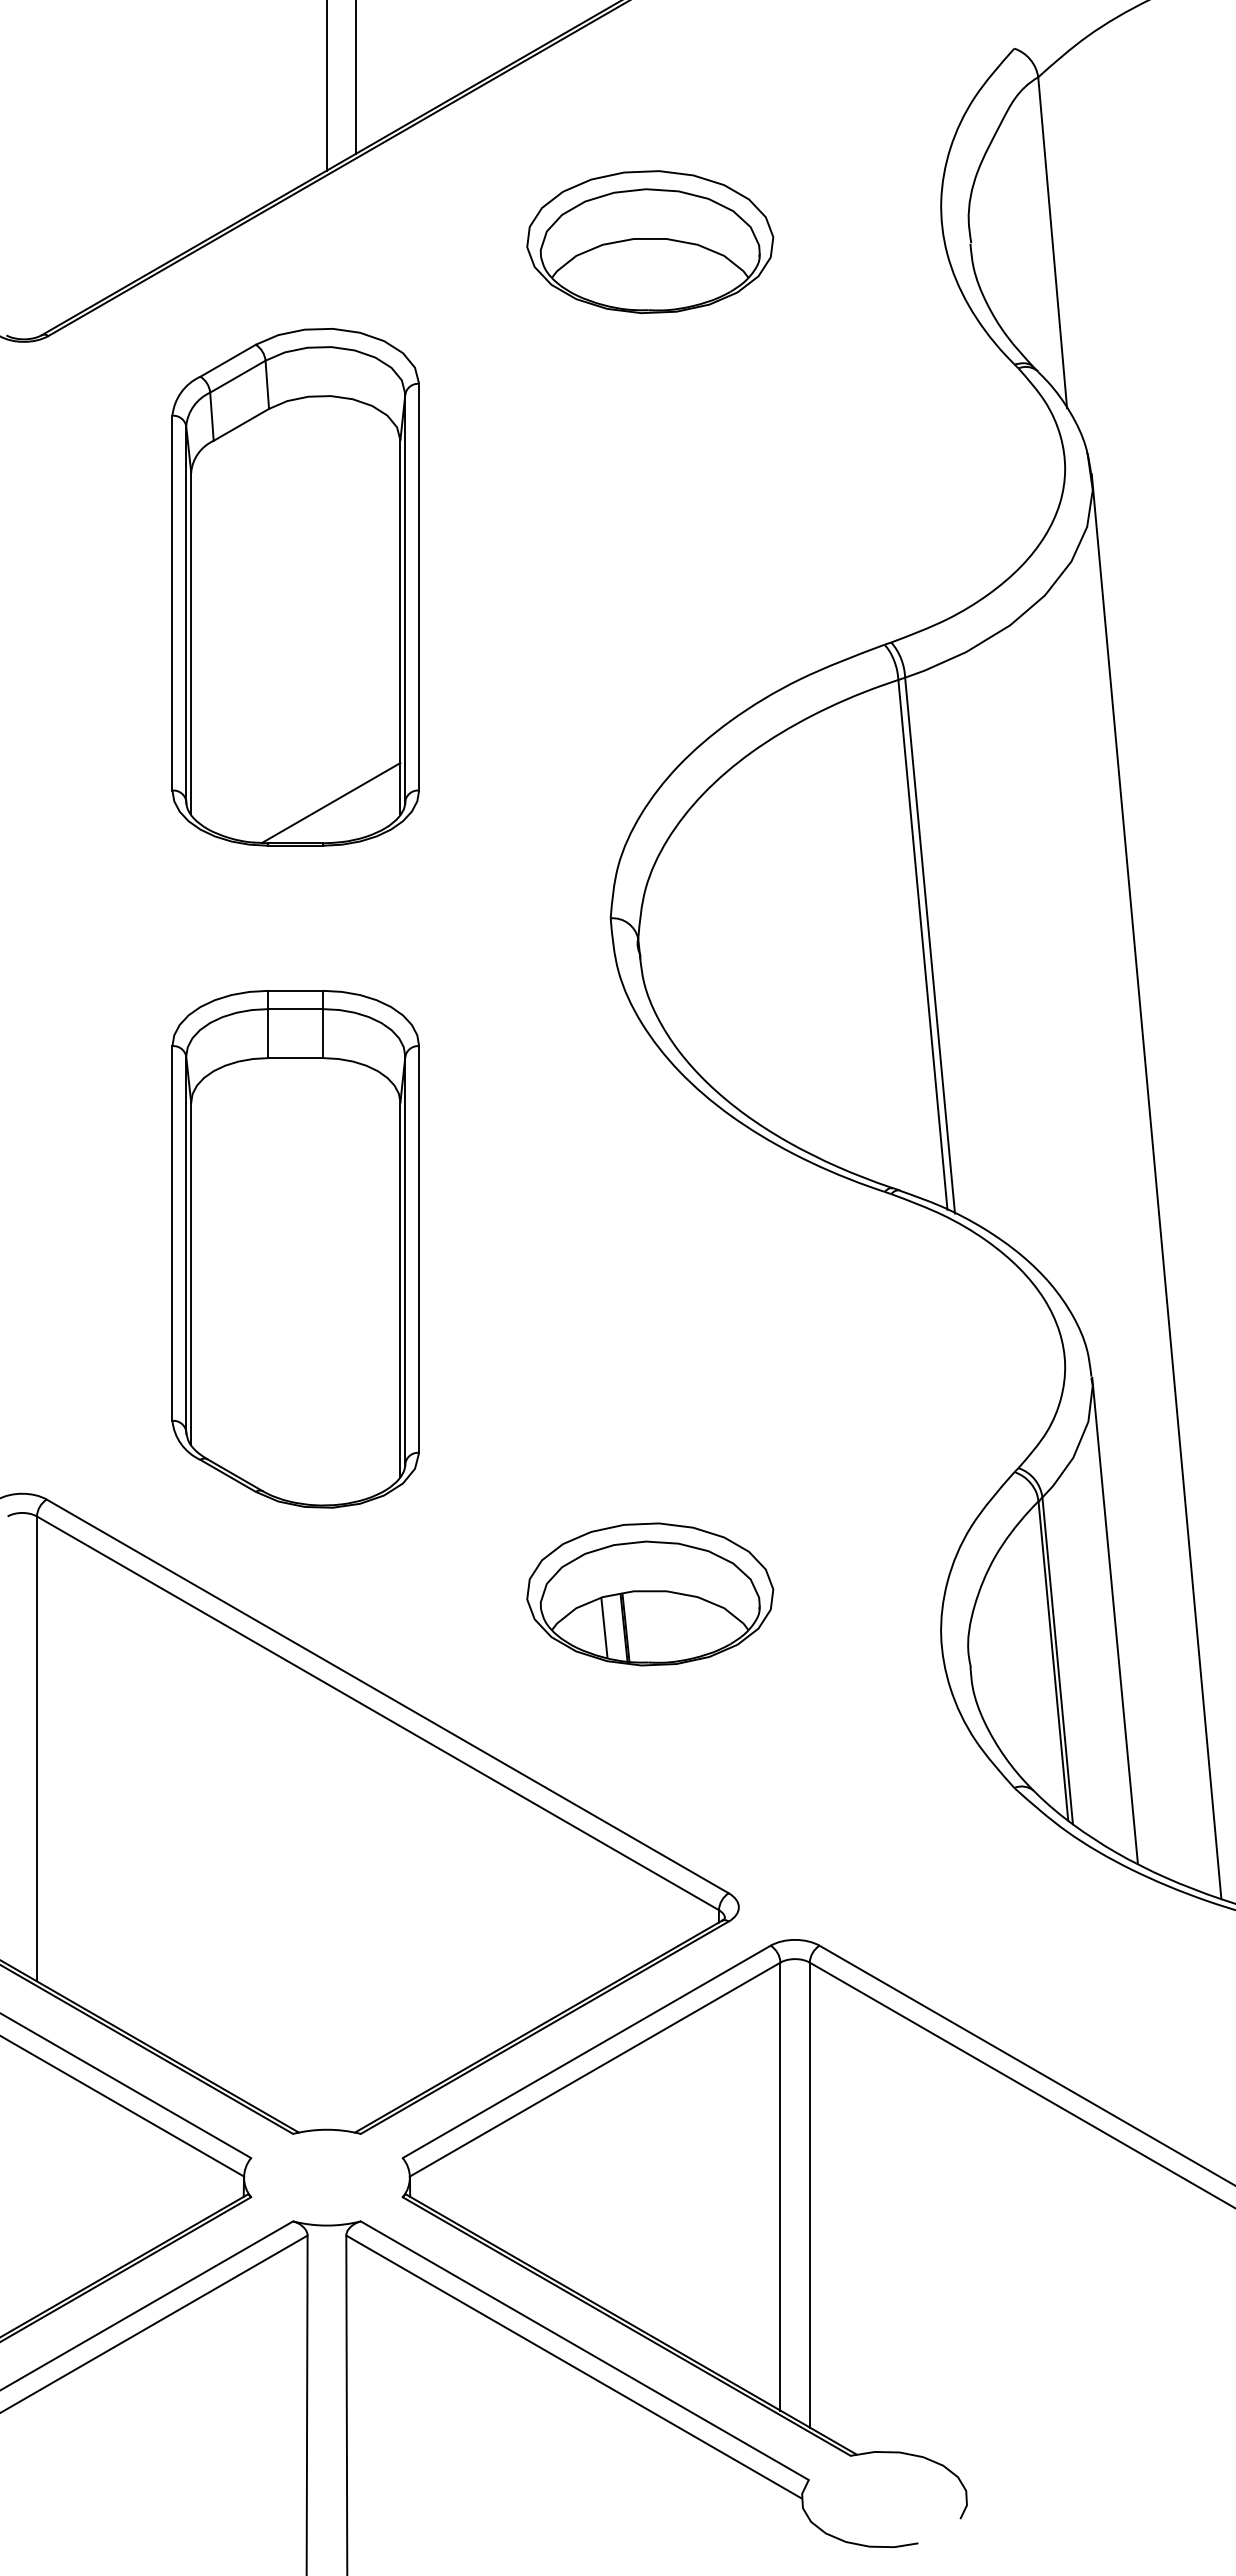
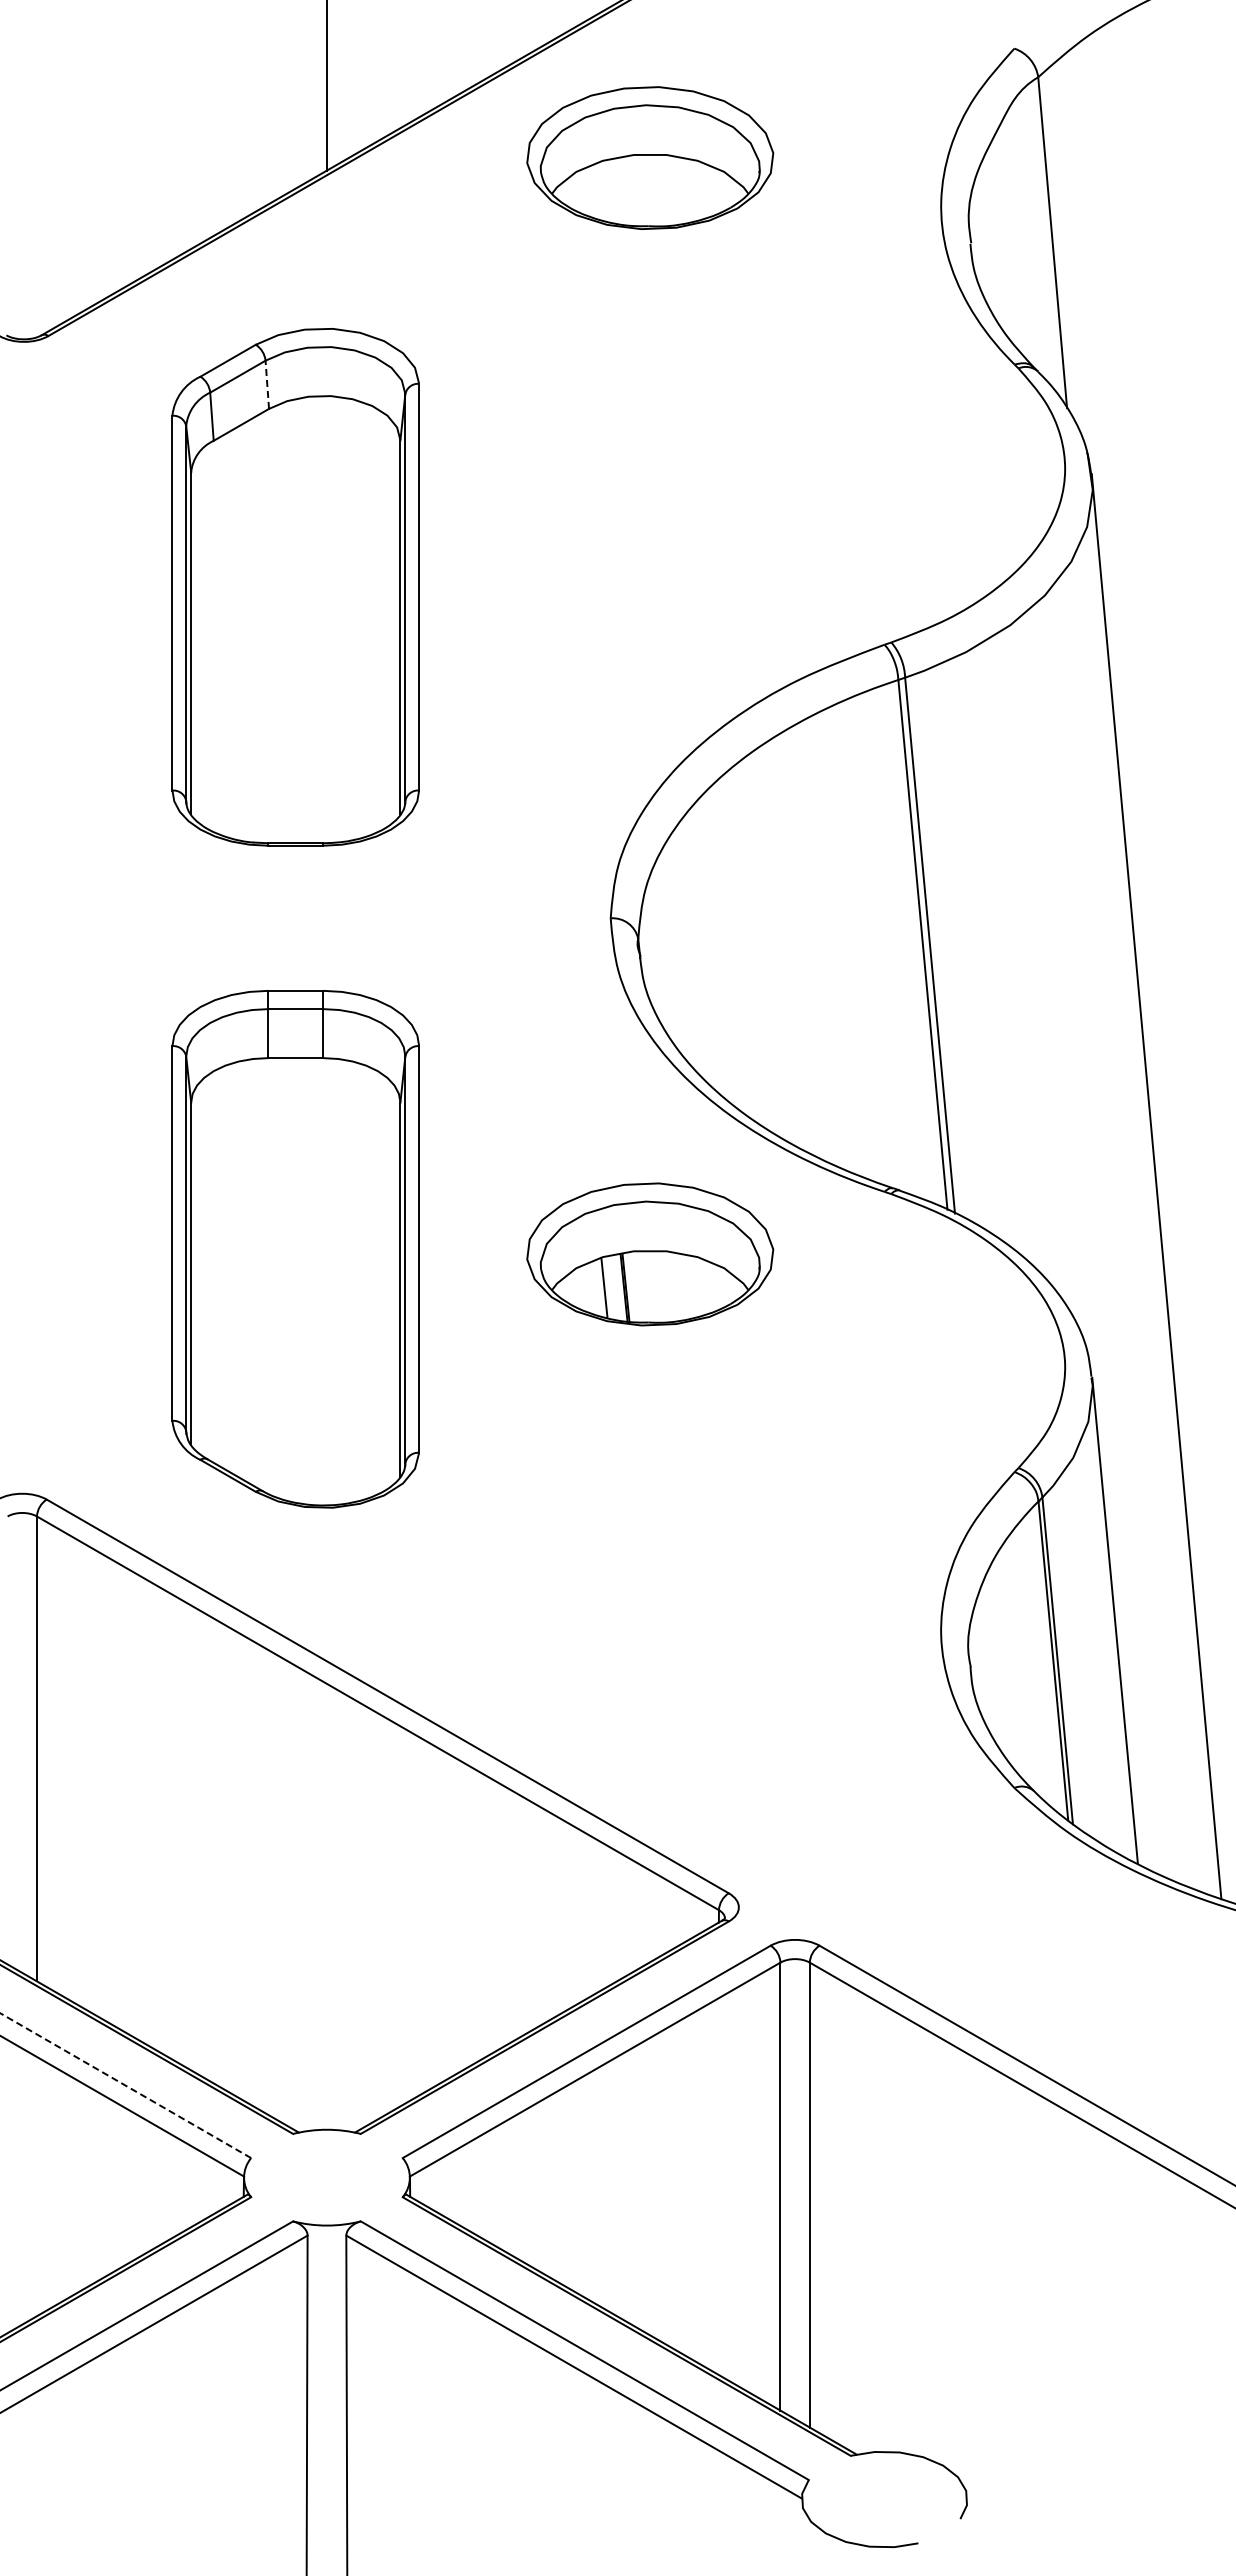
line at (356, 77): present -> none
part at (650, 241) position: (650, 241) -> (650, 157)
line at (267, 384): solid -> dashed
line at (331, 802): present -> none
part at (650, 1594) position: (650, 1594) -> (650, 1254)
line at (125, 2085): solid -> dashed
